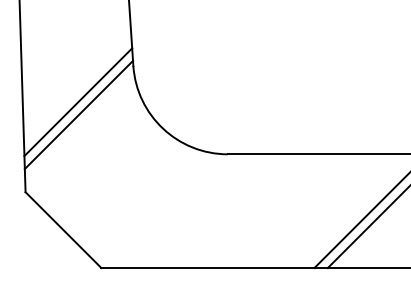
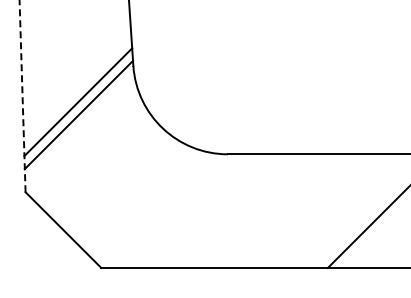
line at (22, 96): solid -> dashed
line at (360, 221): present -> none
